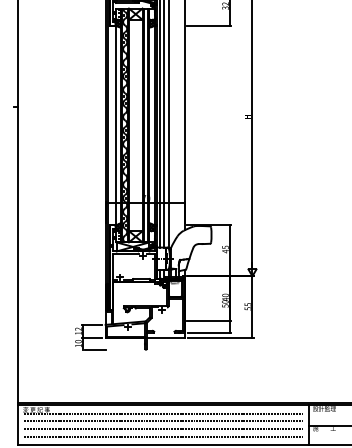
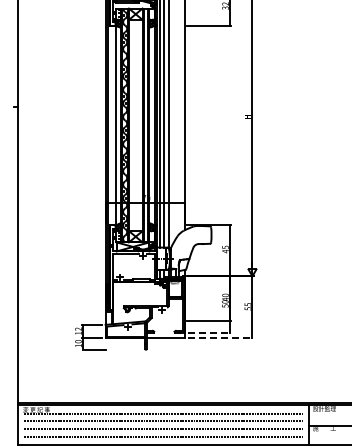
line at (210, 332): solid -> dashed
line at (220, 338): solid -> dashed
